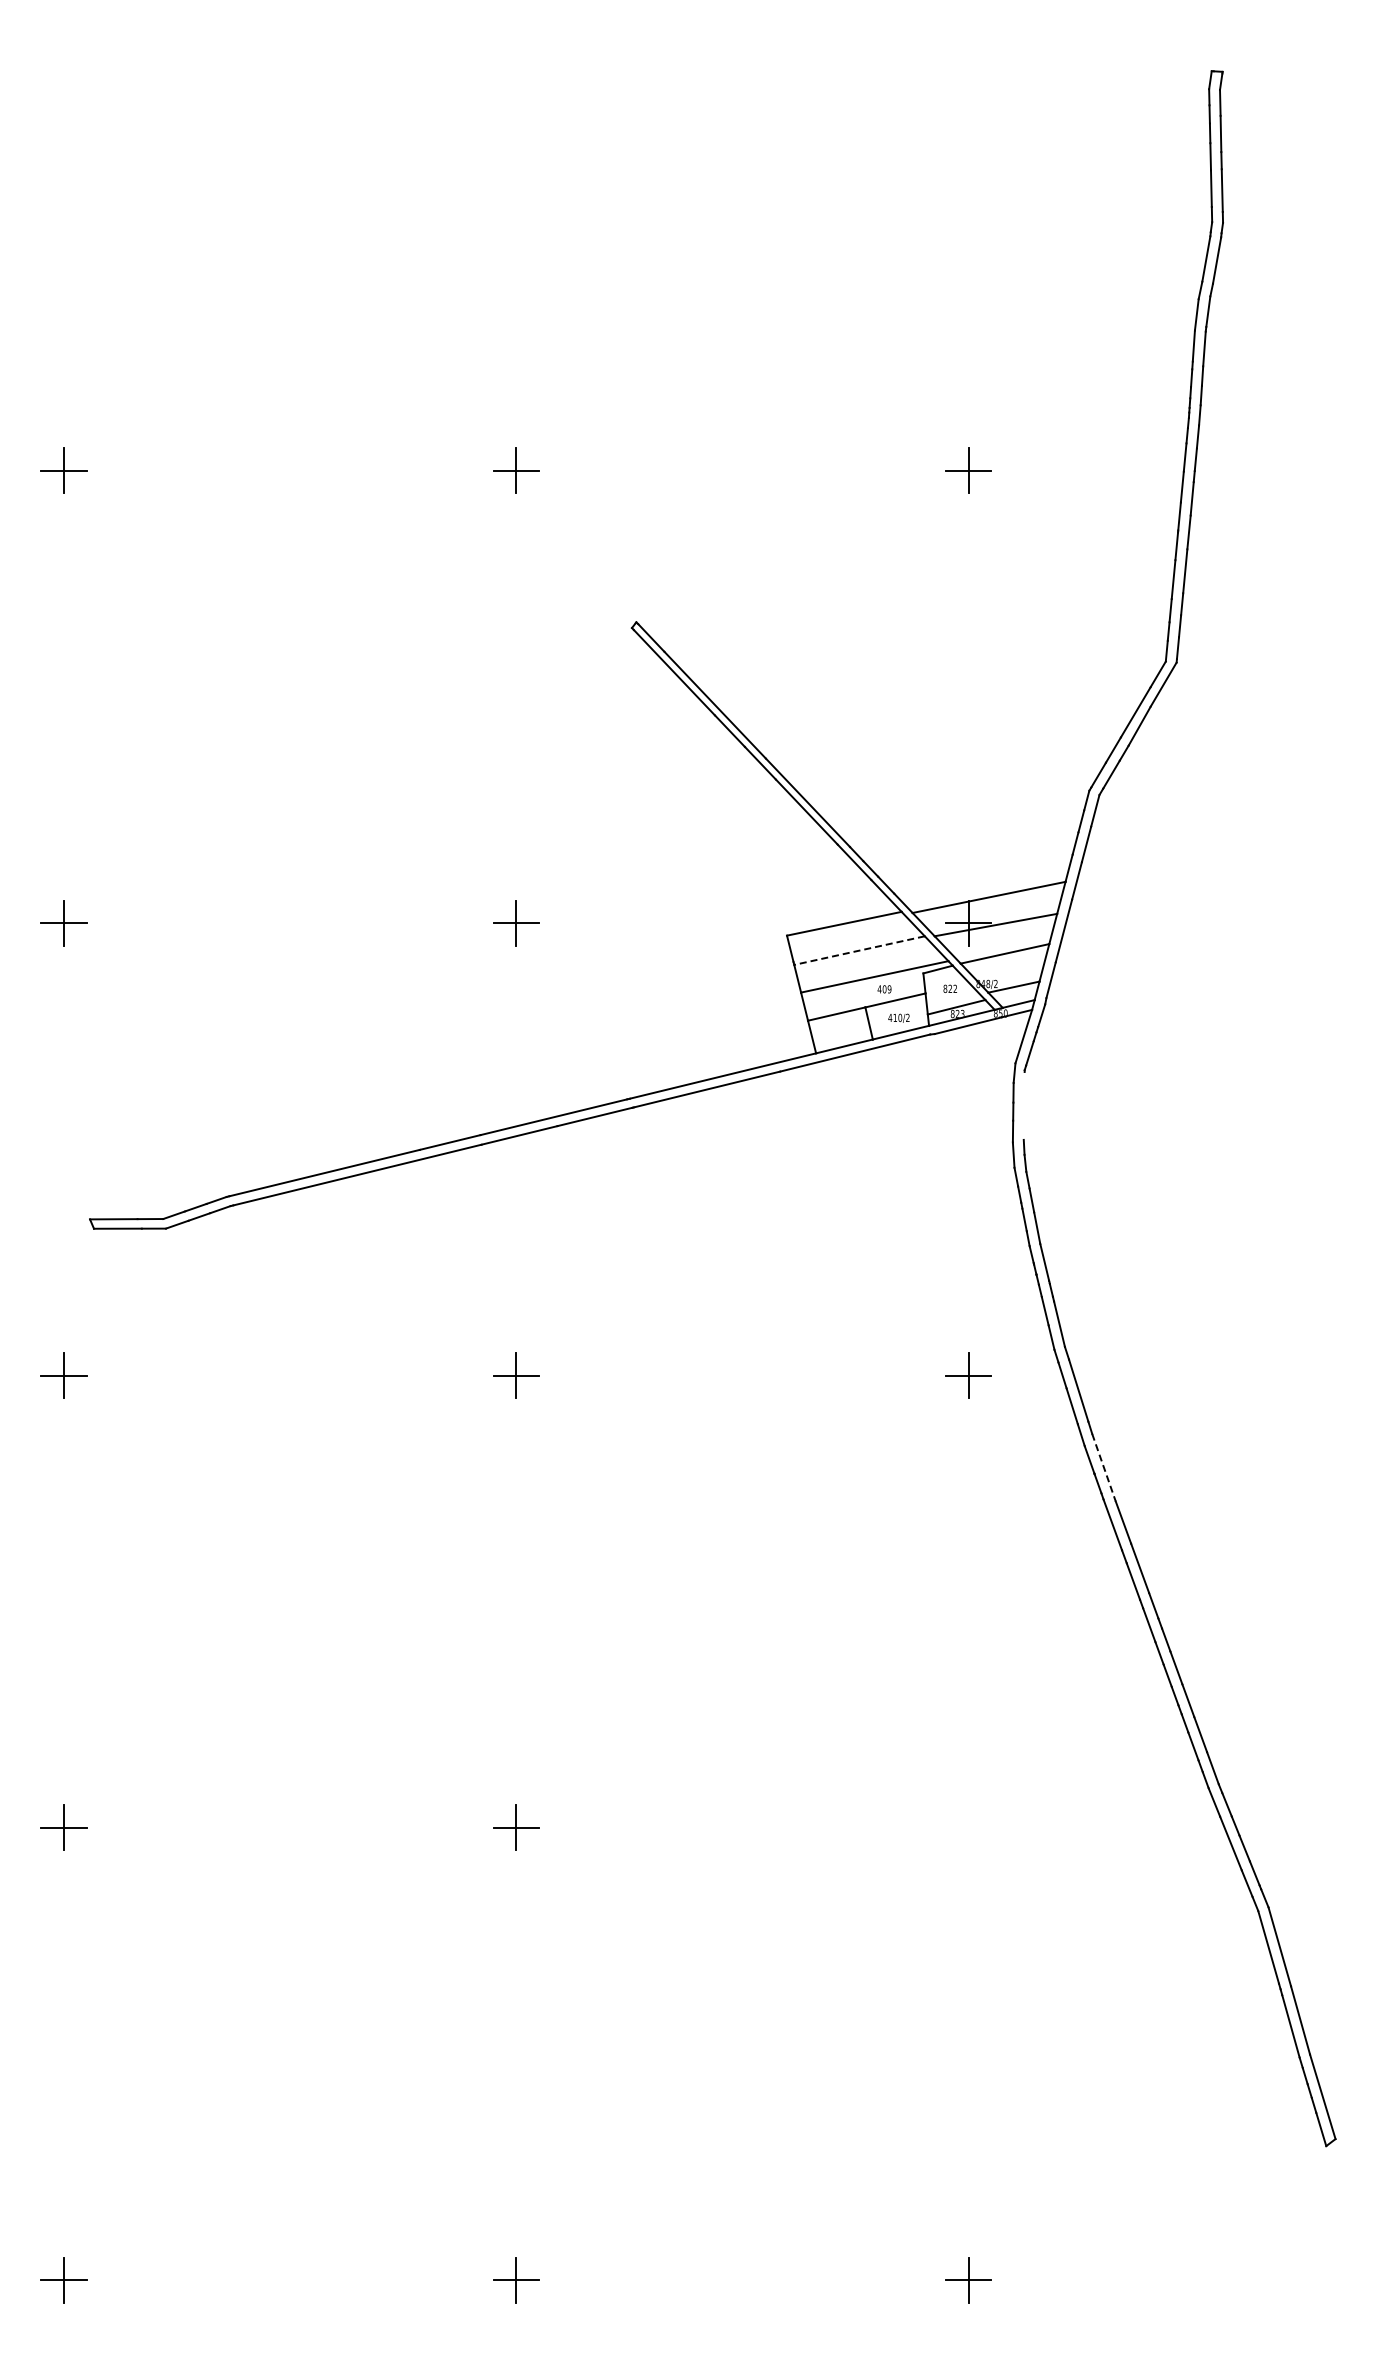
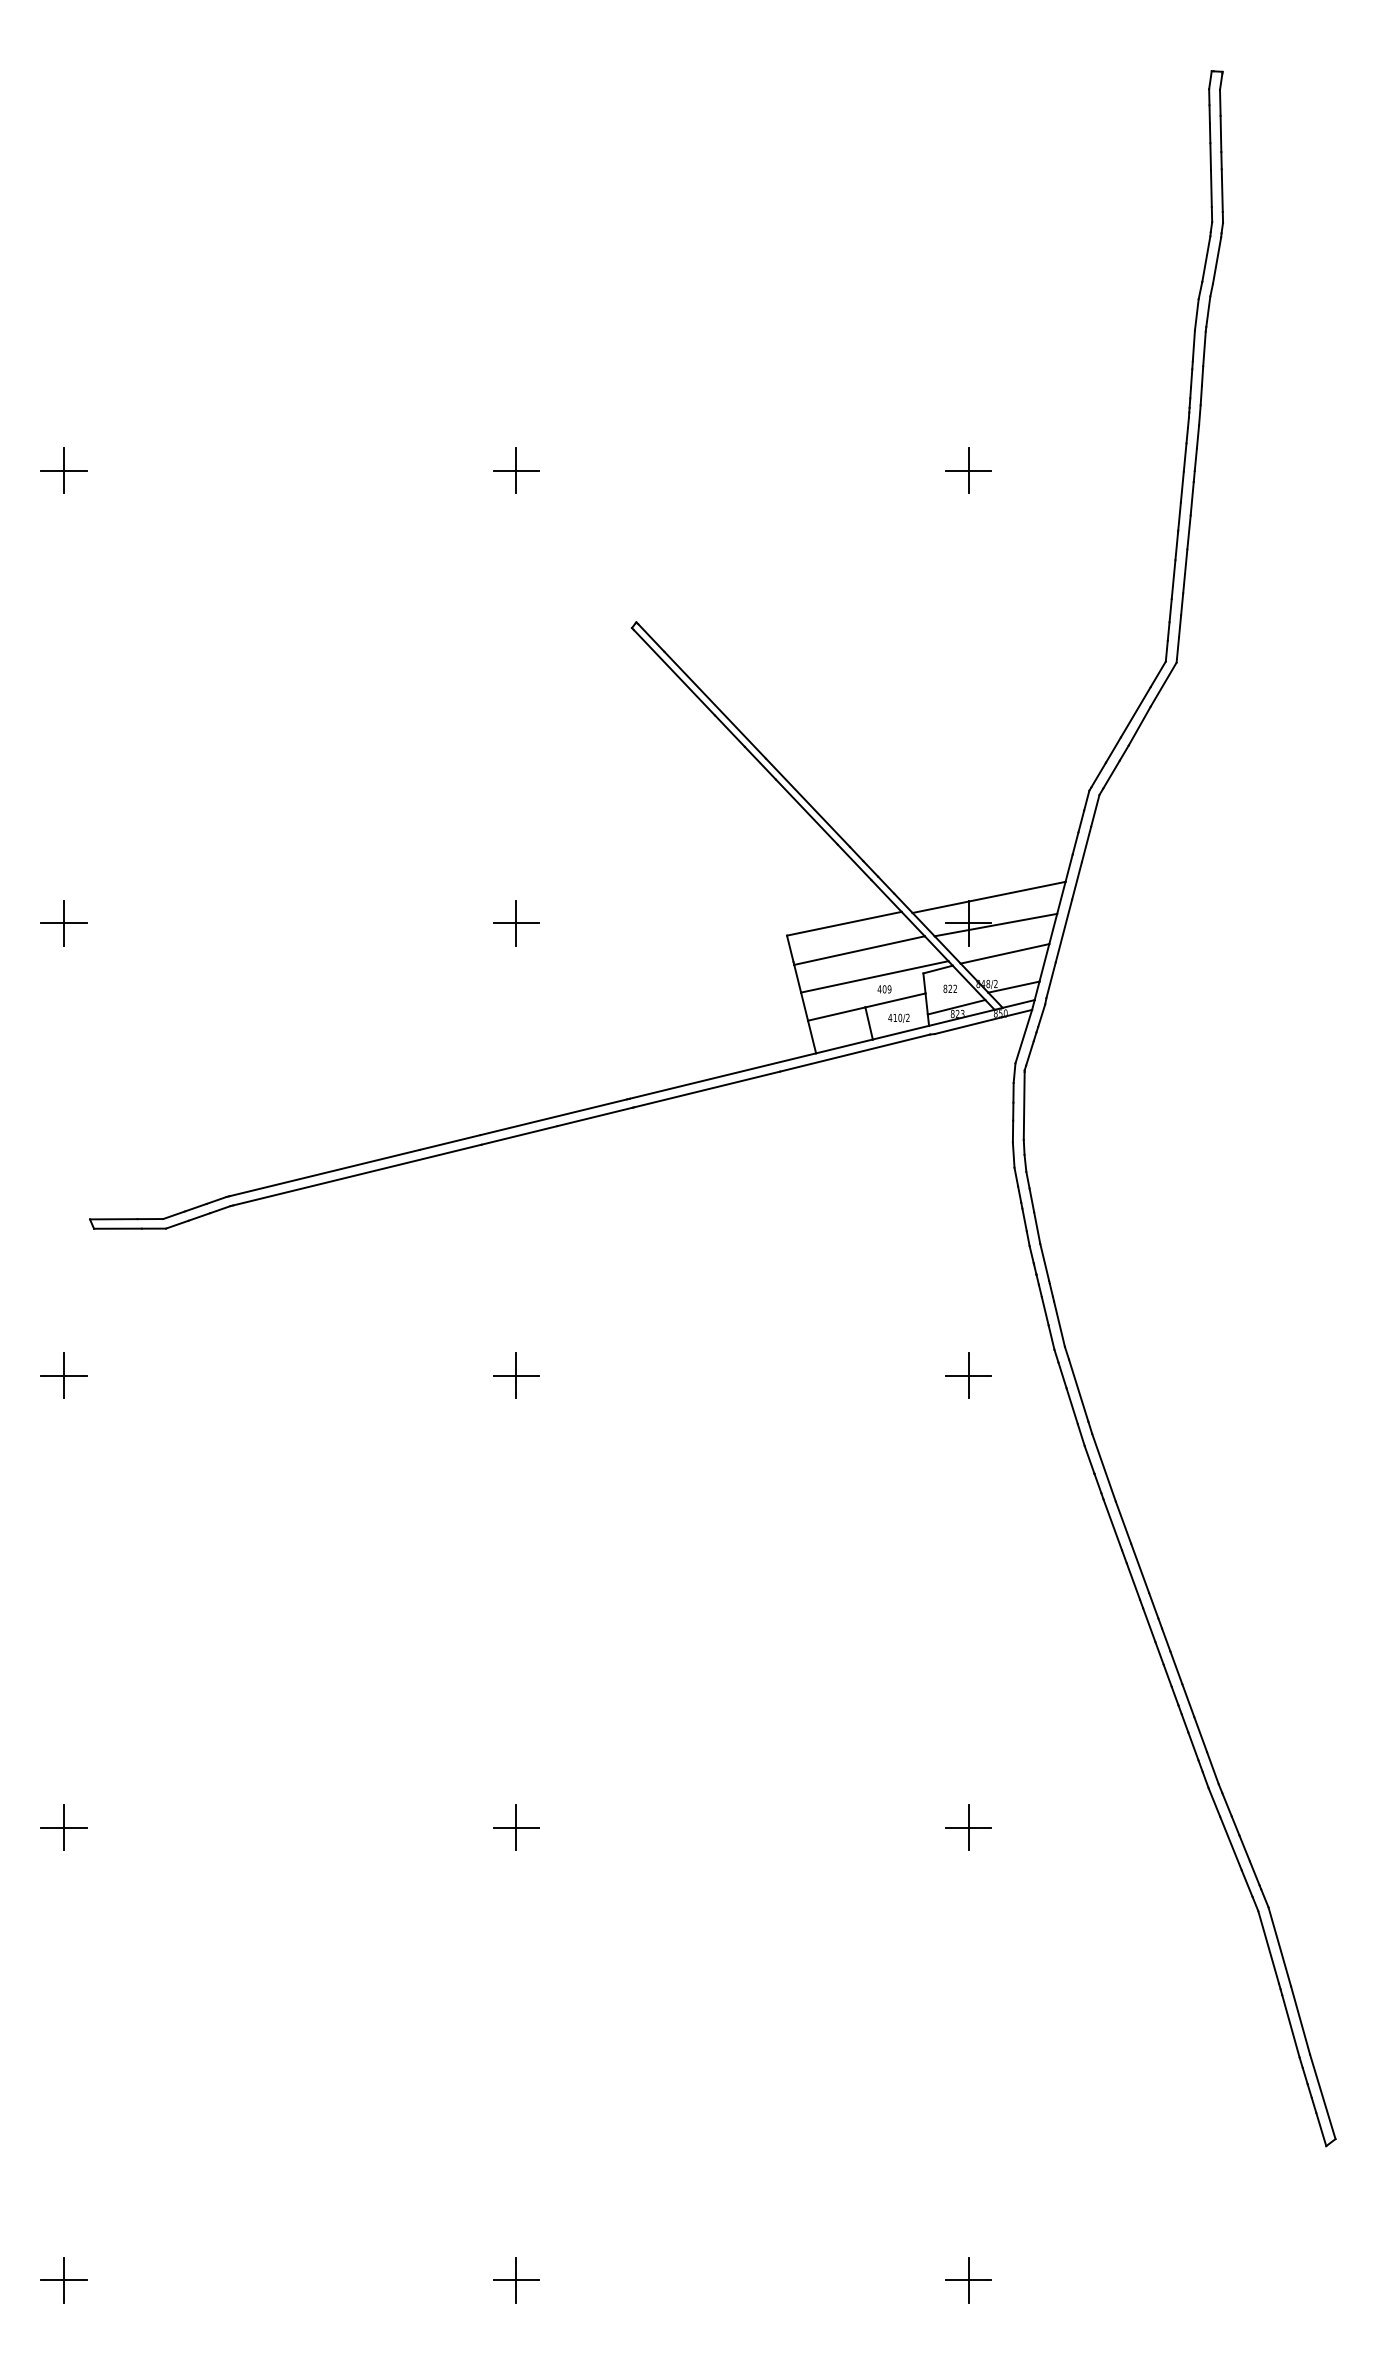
line at (859, 950): dashed -> solid
line at (1023, 1105): none -> present
line at (1104, 1467): dashed -> solid
part at (968, 1827): none -> present
